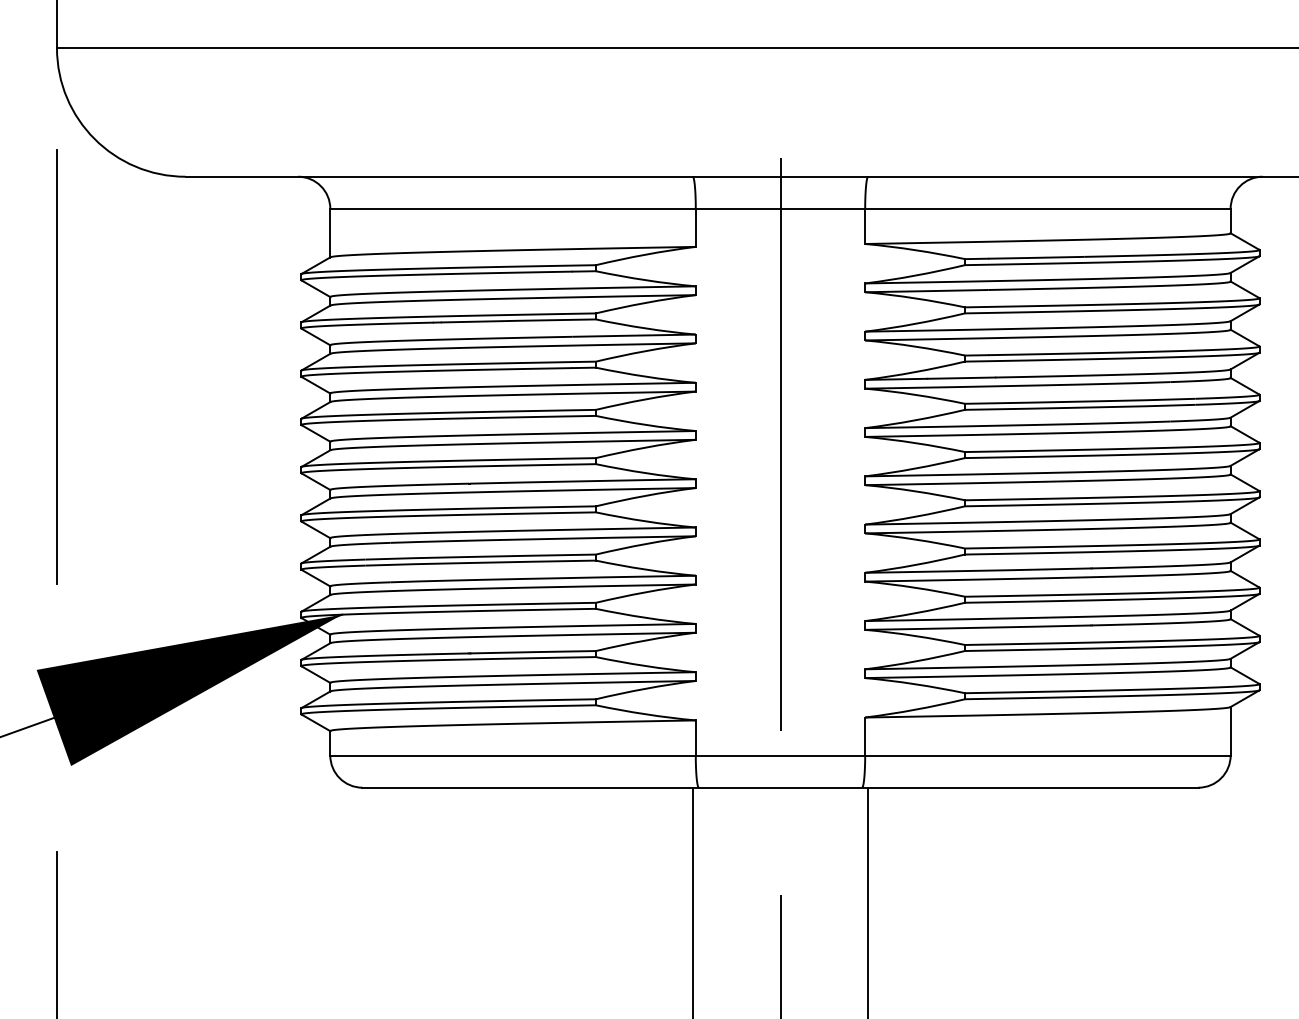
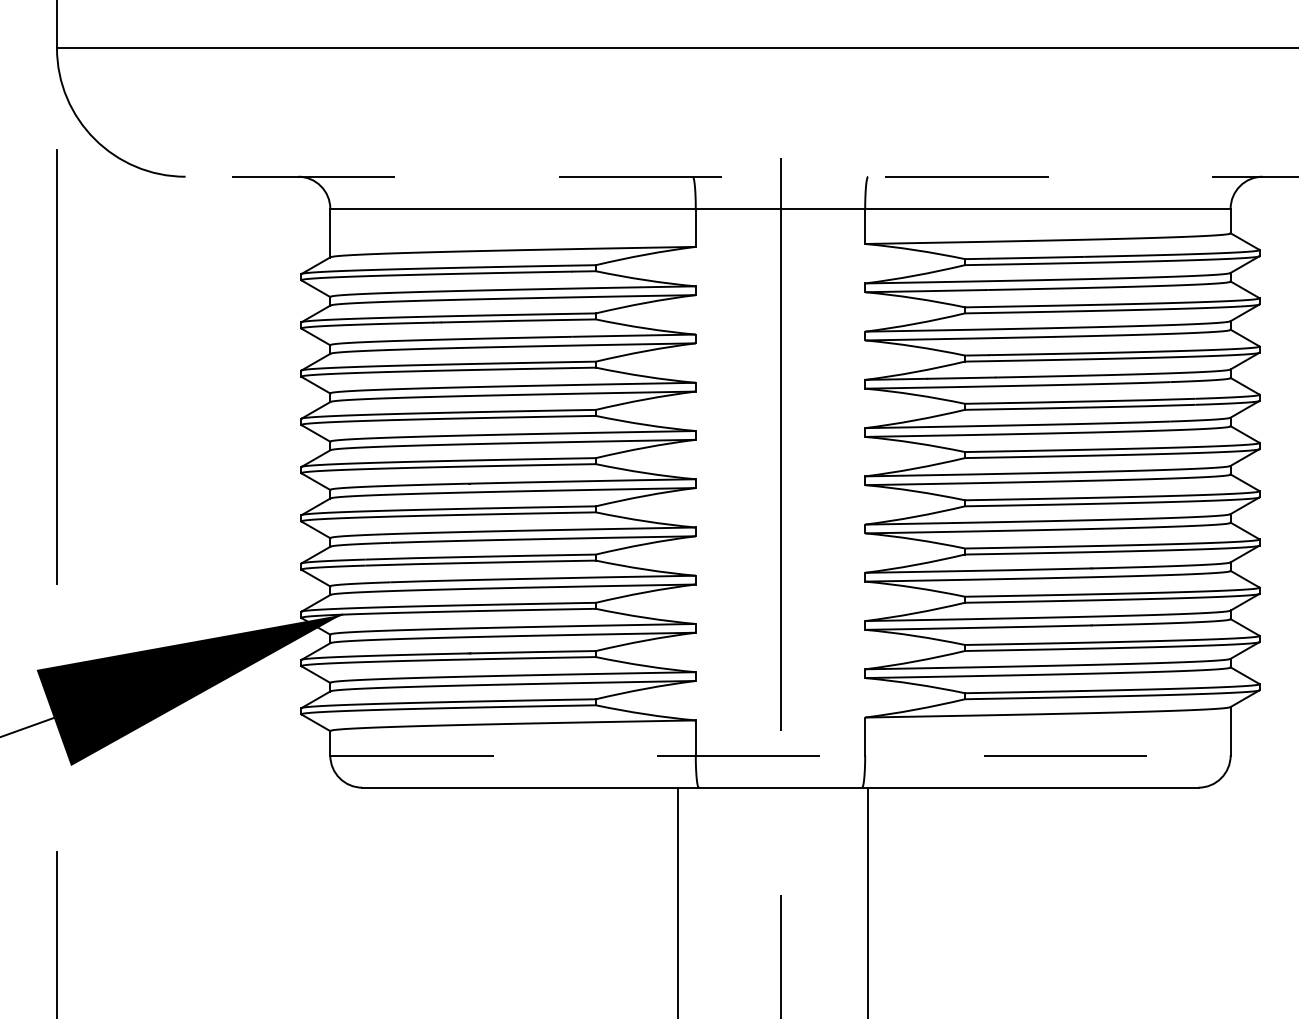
line at (741, 176): solid -> dashed
line at (780, 755): solid -> dashed
line at (692, 901) position: (692, 901) -> (677, 901)
